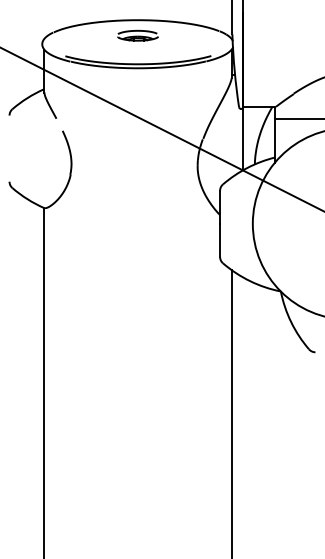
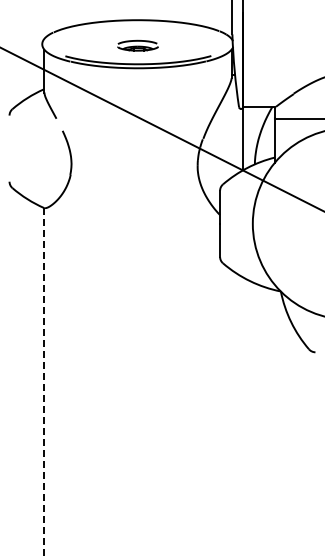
part at (137, 35) position: (137, 35) -> (137, 45)
line at (44, 383): solid -> dashed
line at (231, 412): present -> none
